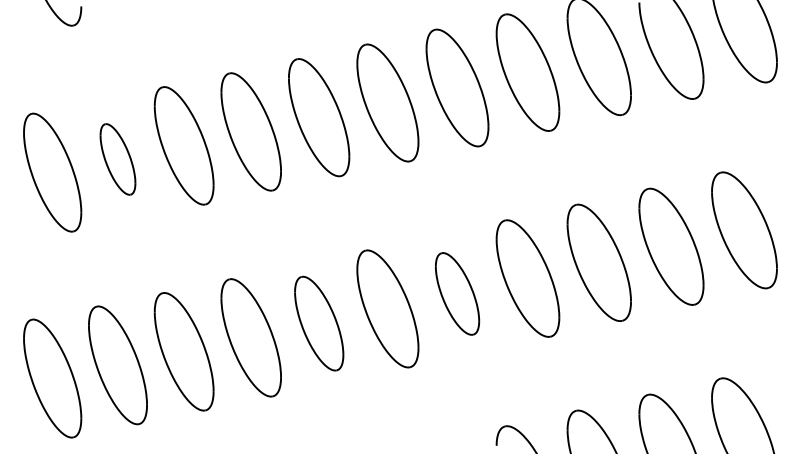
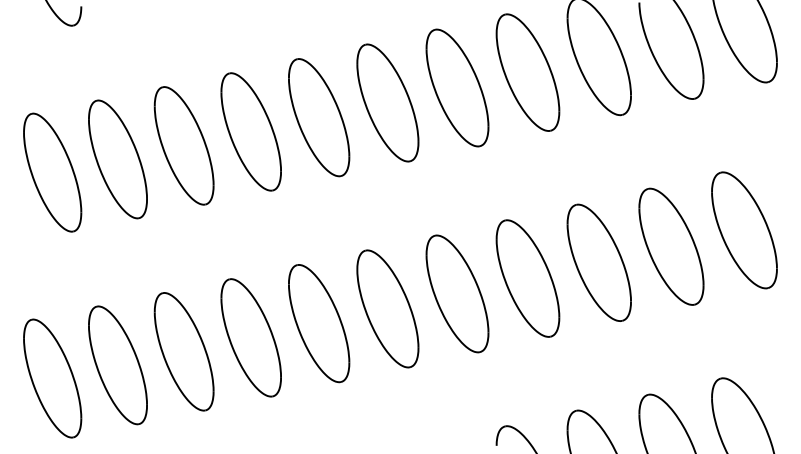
part at (117, 159) size: 38x73 px -> 60x121 px
part at (457, 293) size: 46x84 px -> 65x120 px
part at (319, 323) size: 51x97 px -> 63x120 px
